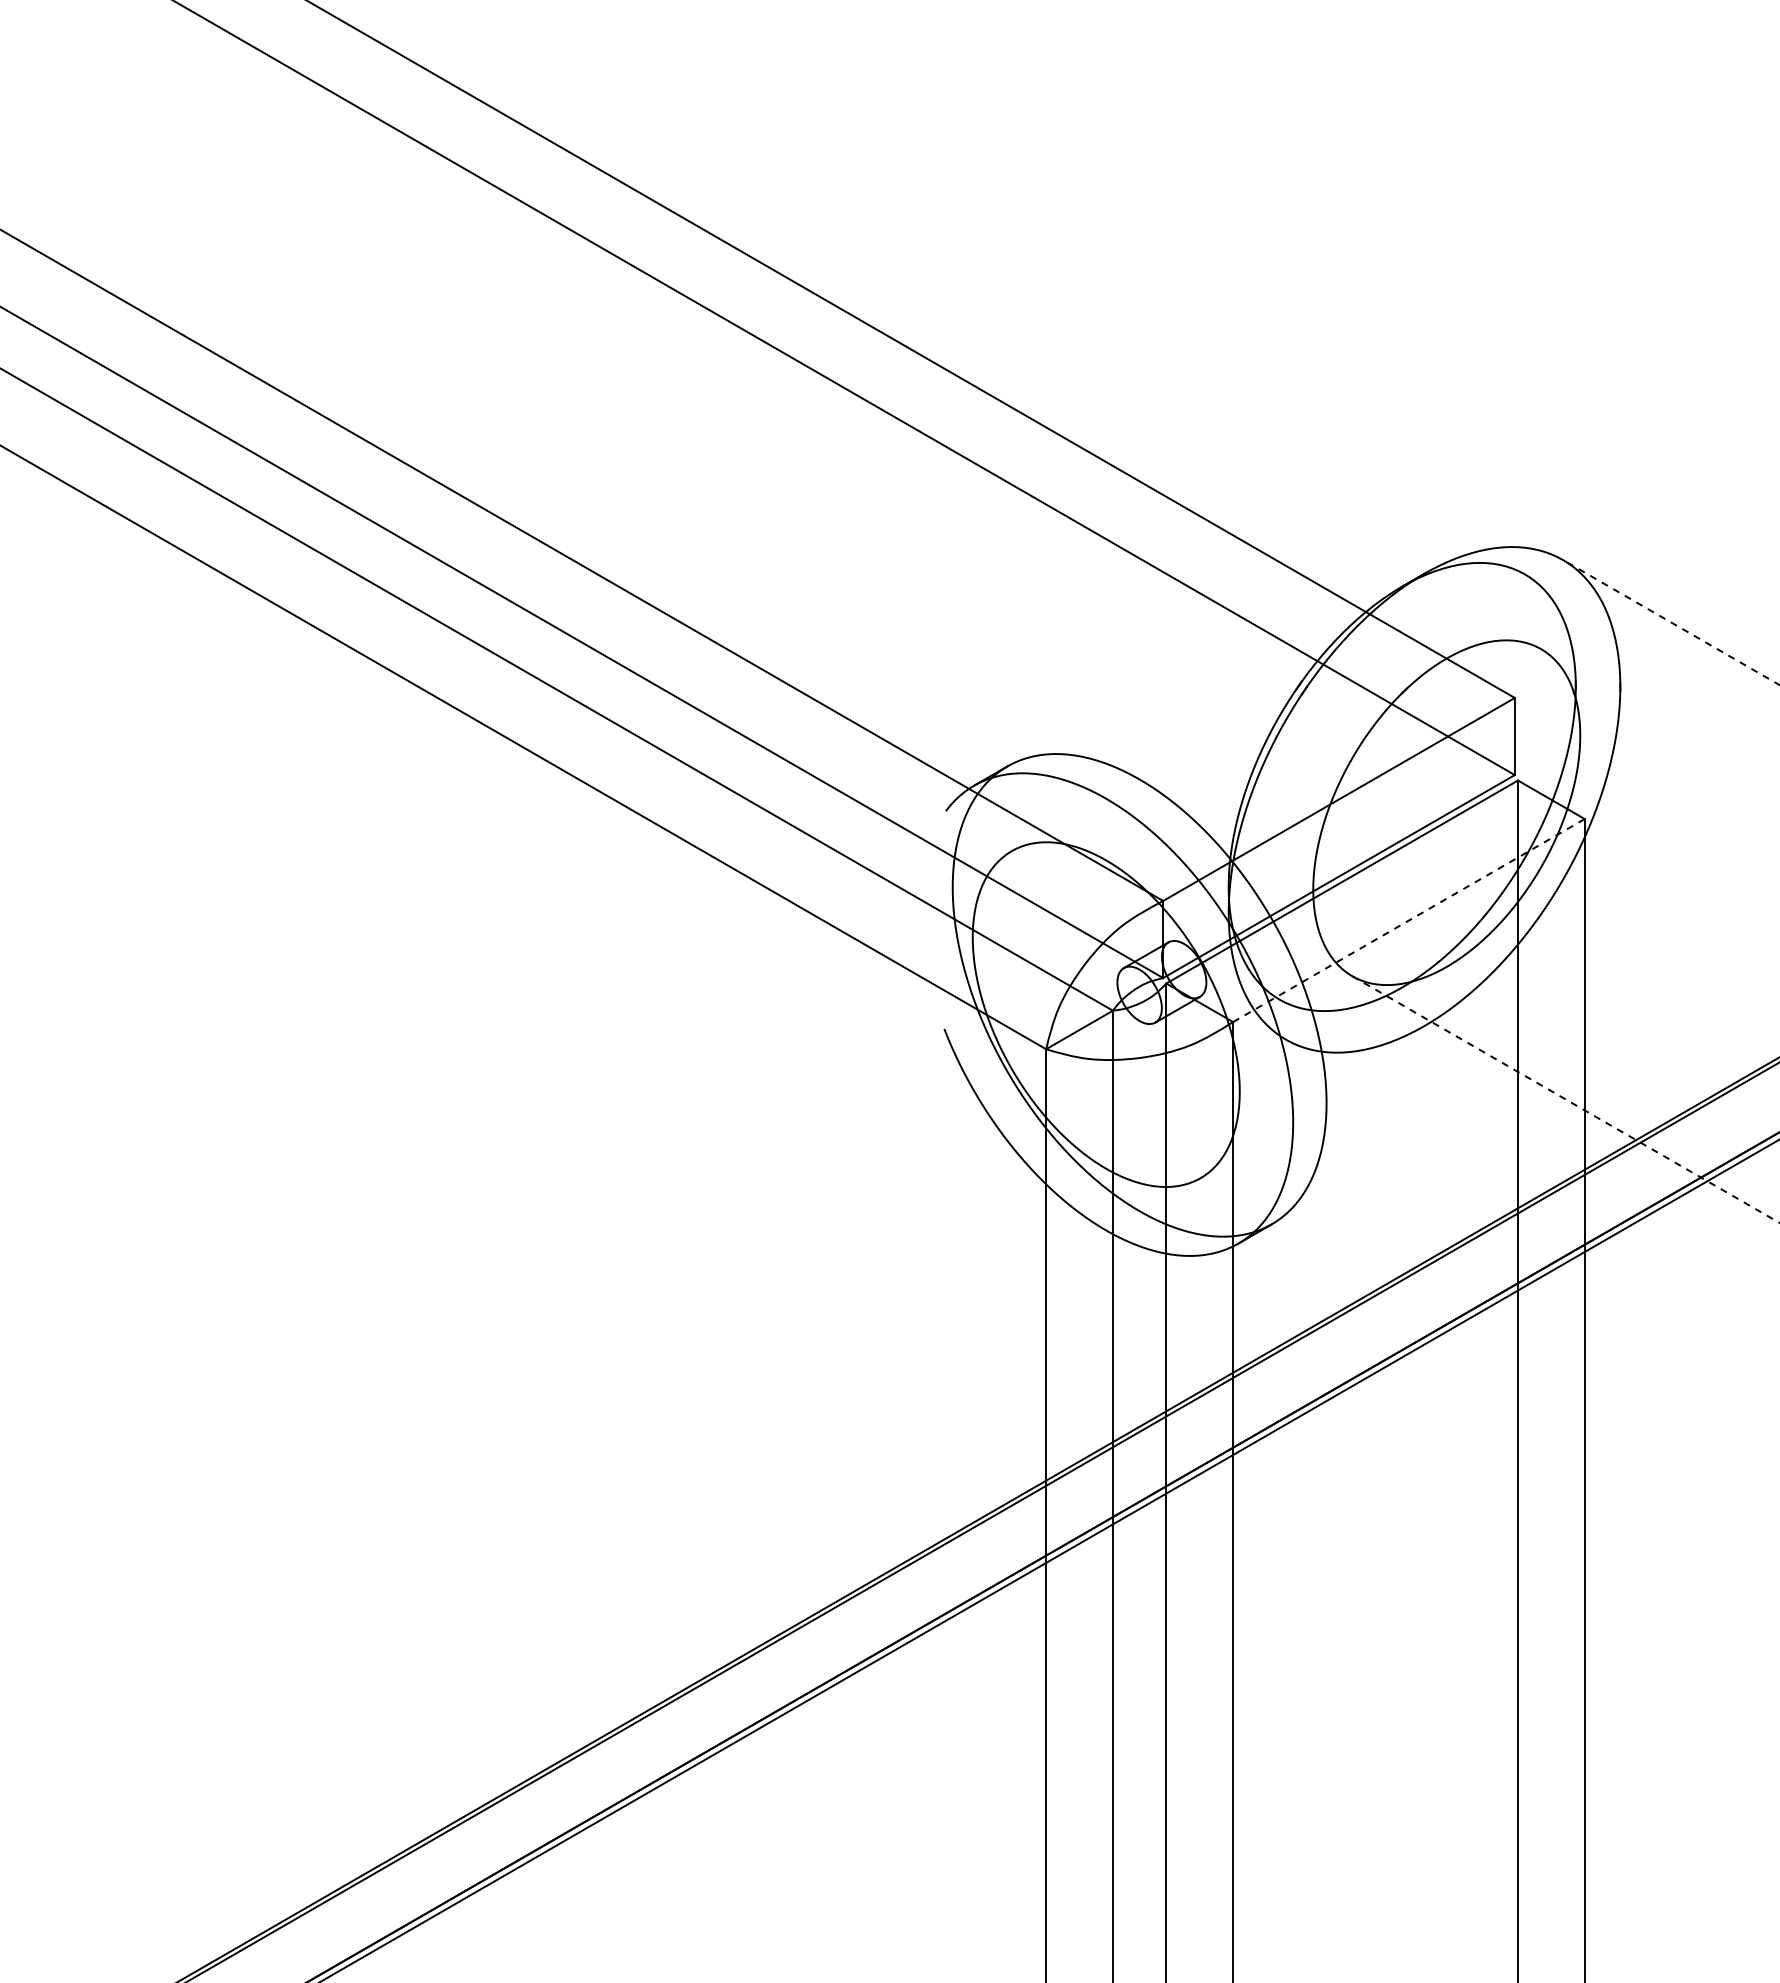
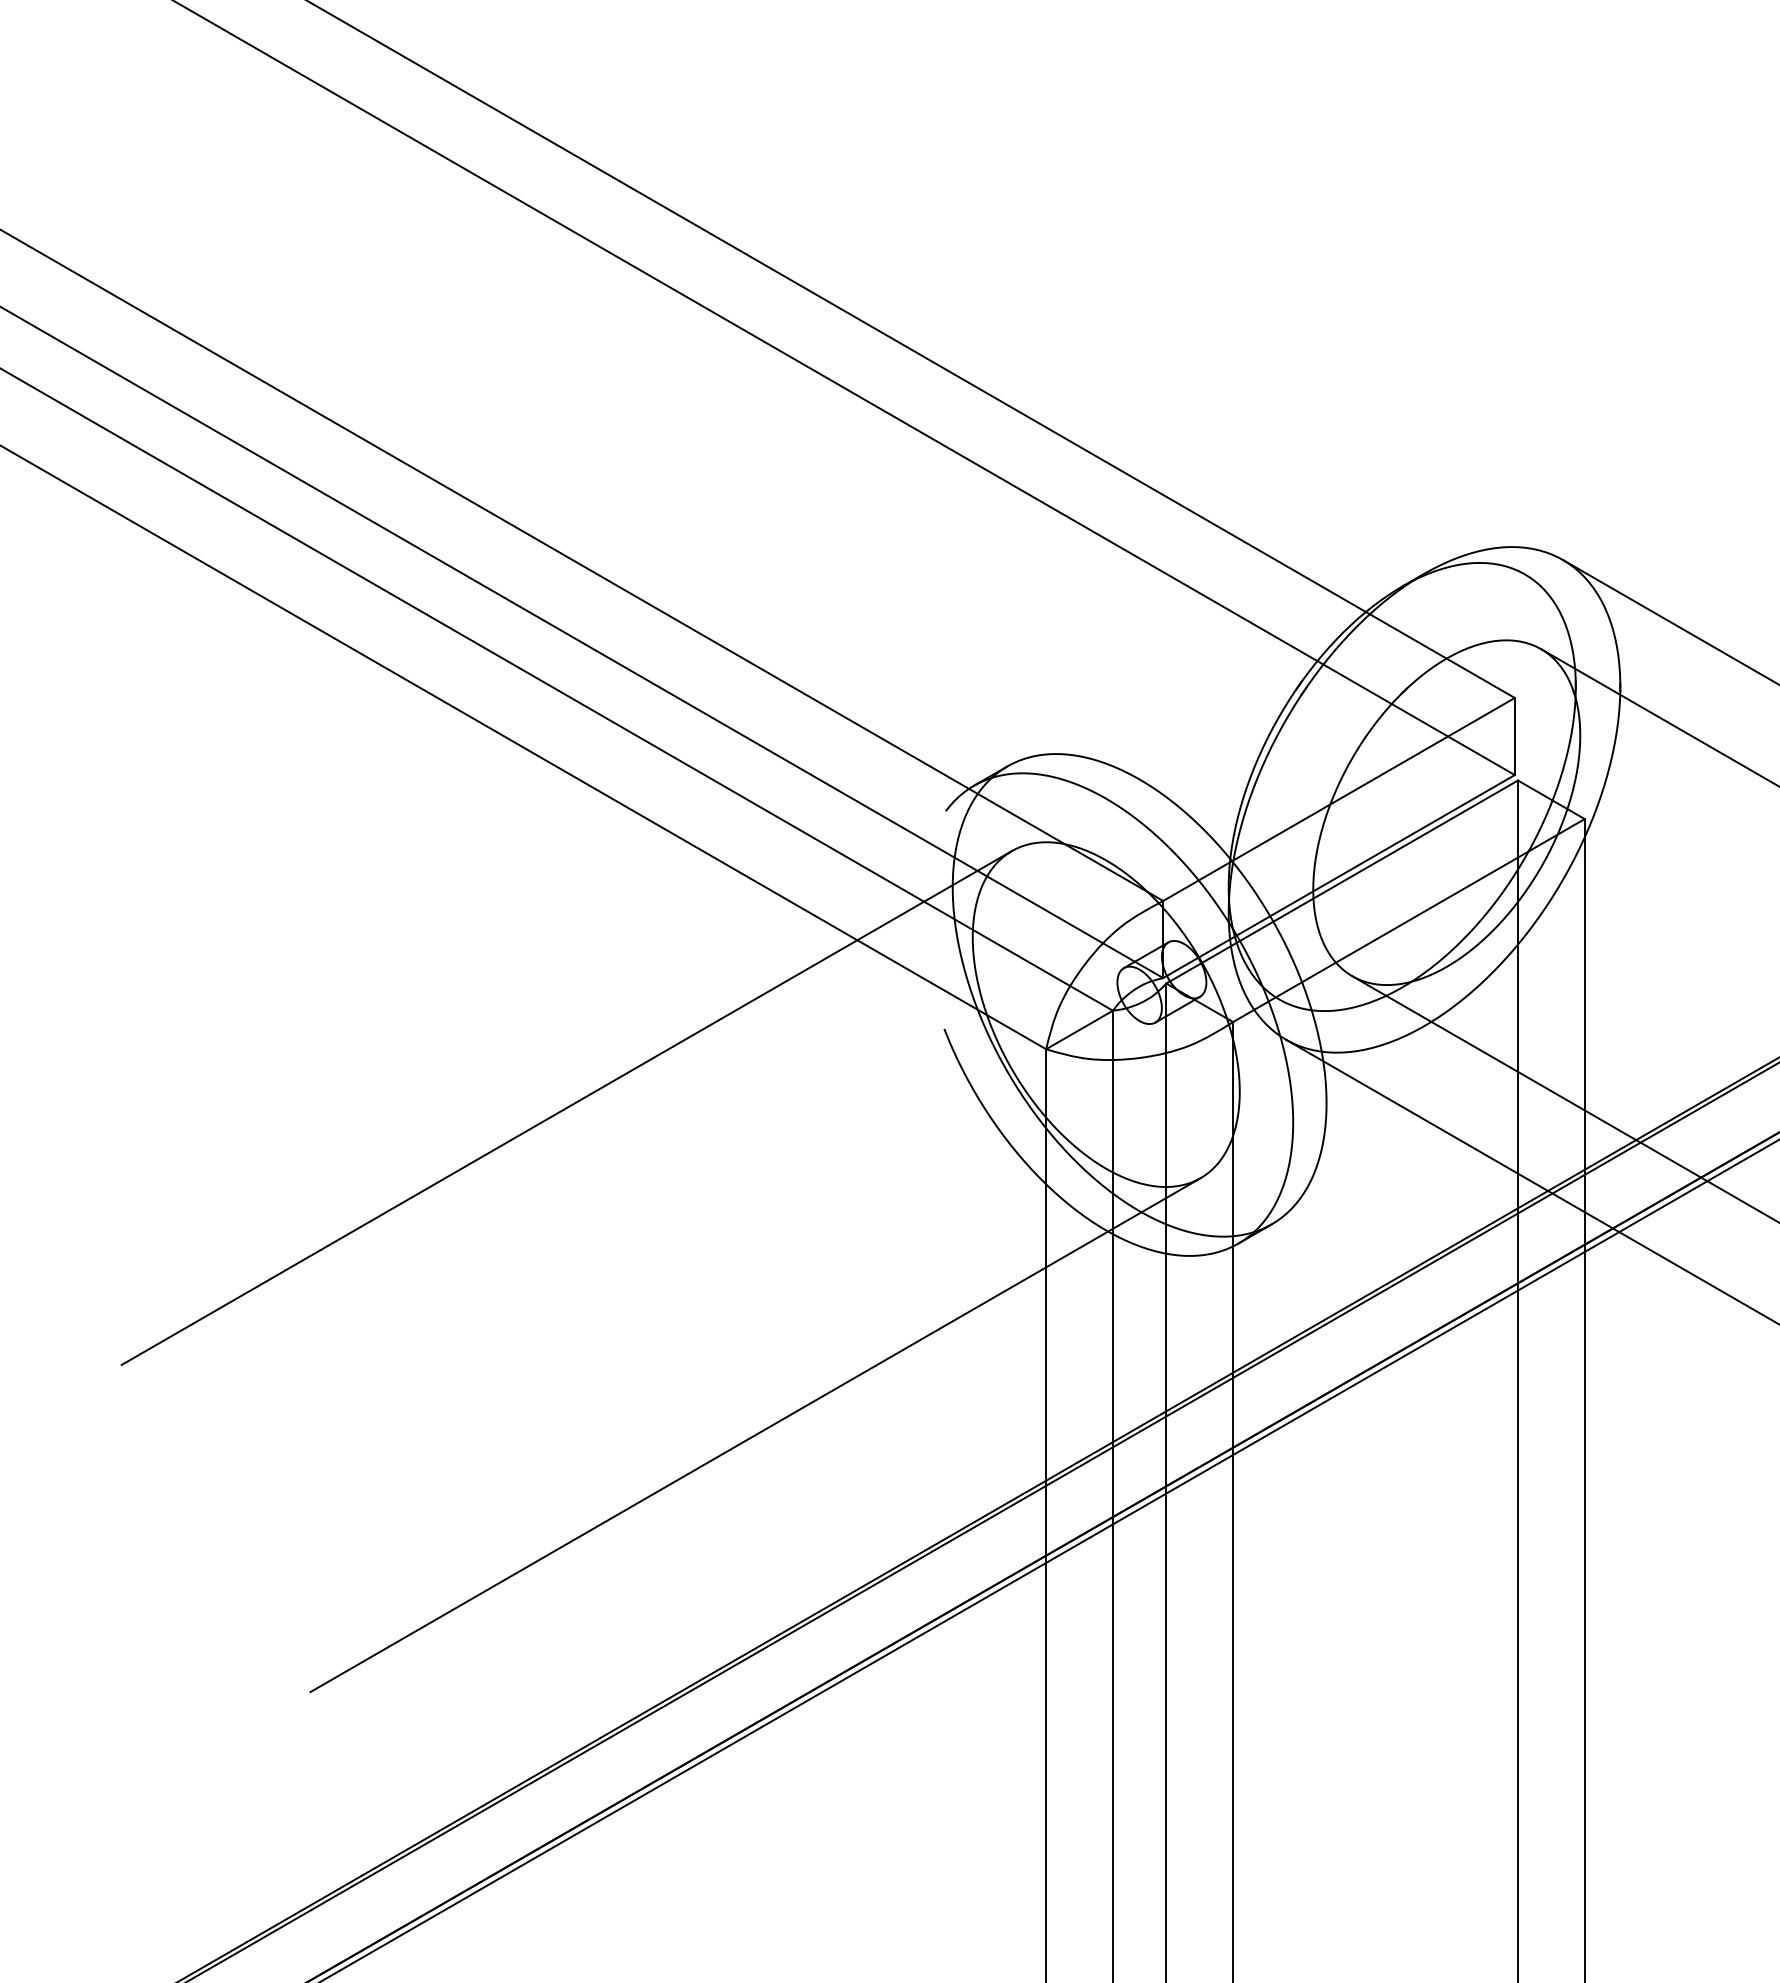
line at (1671, 622): dashed -> solid
line at (1658, 717): none -> present
line at (1409, 920): dashed -> solid
line at (1566, 1099): dashed -> solid
line at (566, 1107): none -> present
line at (1531, 1181): none -> present
line at (755, 1435): none -> present
